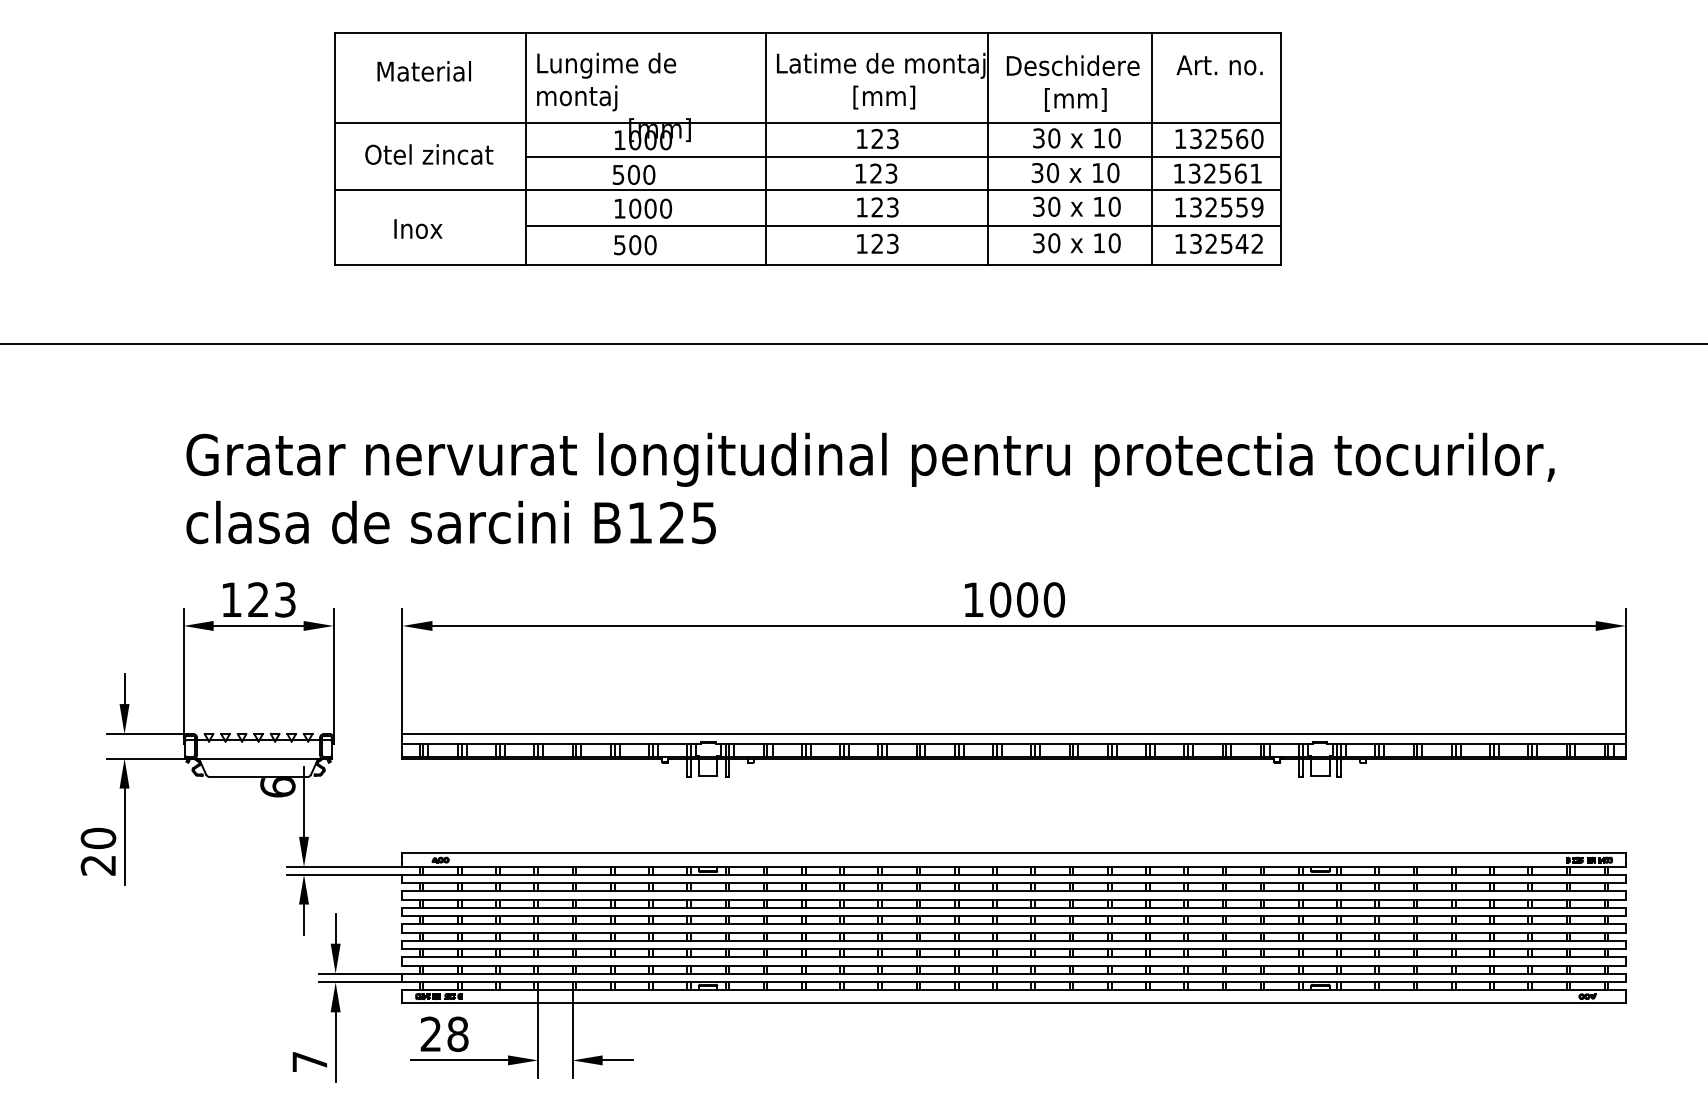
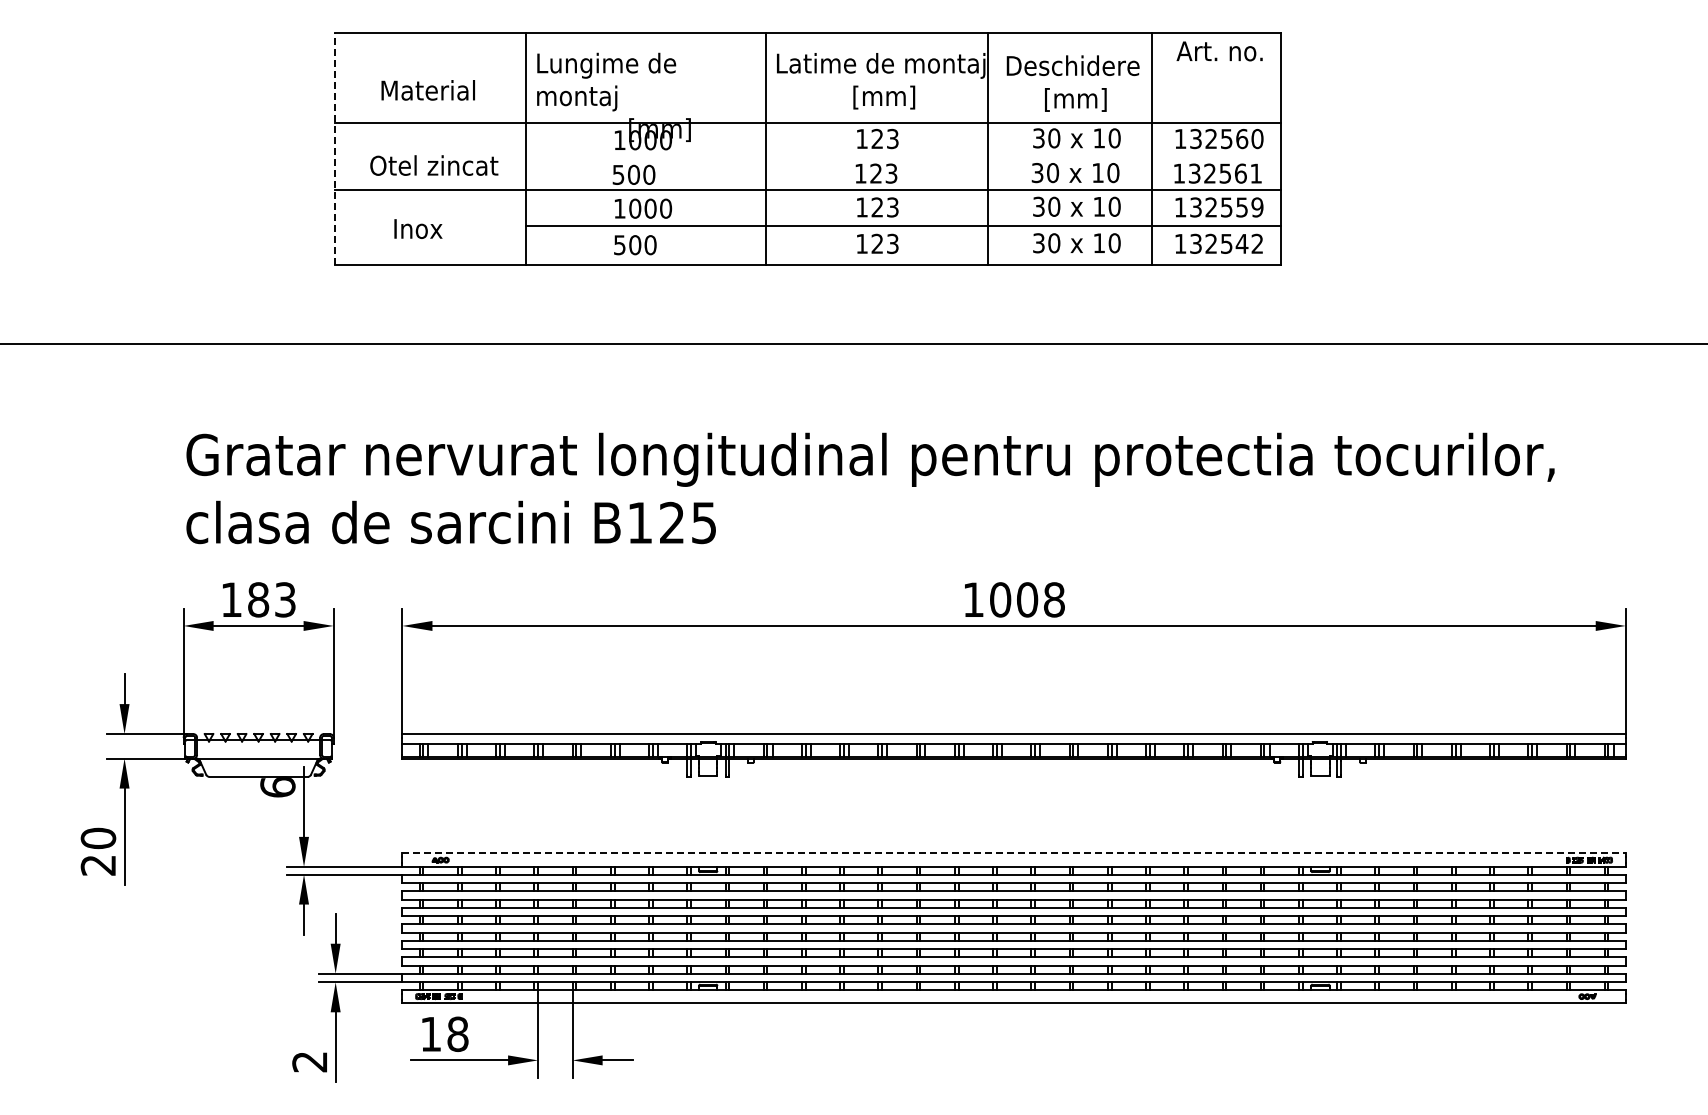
text at (1219, 65) position: (1219, 65) -> (1219, 51)
text at (423, 71) position: (423, 71) -> (427, 90)
line at (334, 149): solid -> dashed
text at (429, 154) position: (429, 154) -> (434, 165)
line at (903, 156): present -> none
text at (258, 599): 123 -> 183
text at (1054, 599): 1000 -> 1008
line at (1014, 853): solid -> dashed
text at (430, 1033): 28 -> 18
text at (309, 1062): 7 -> 2
